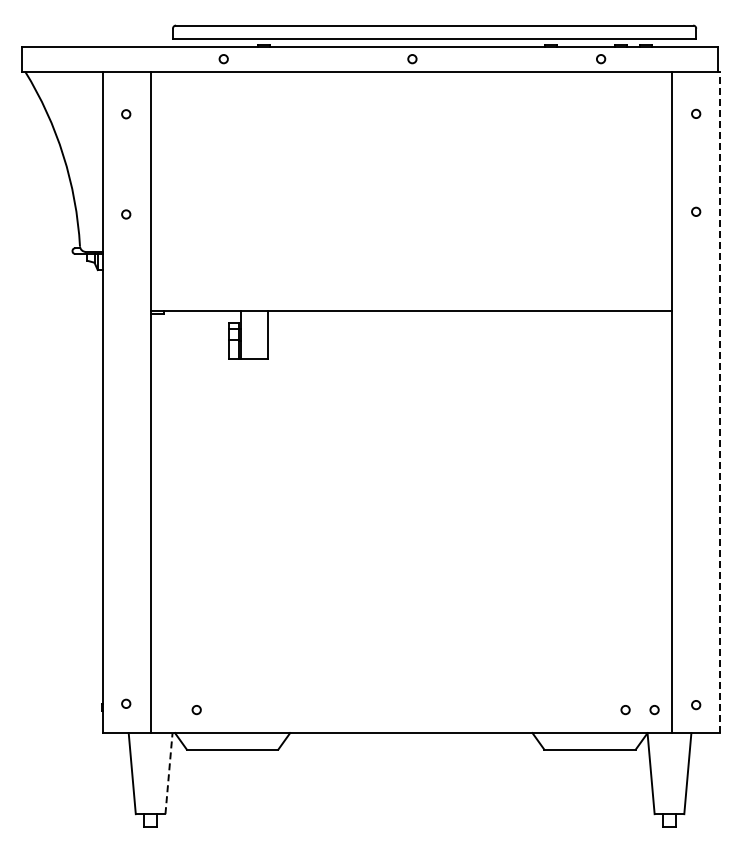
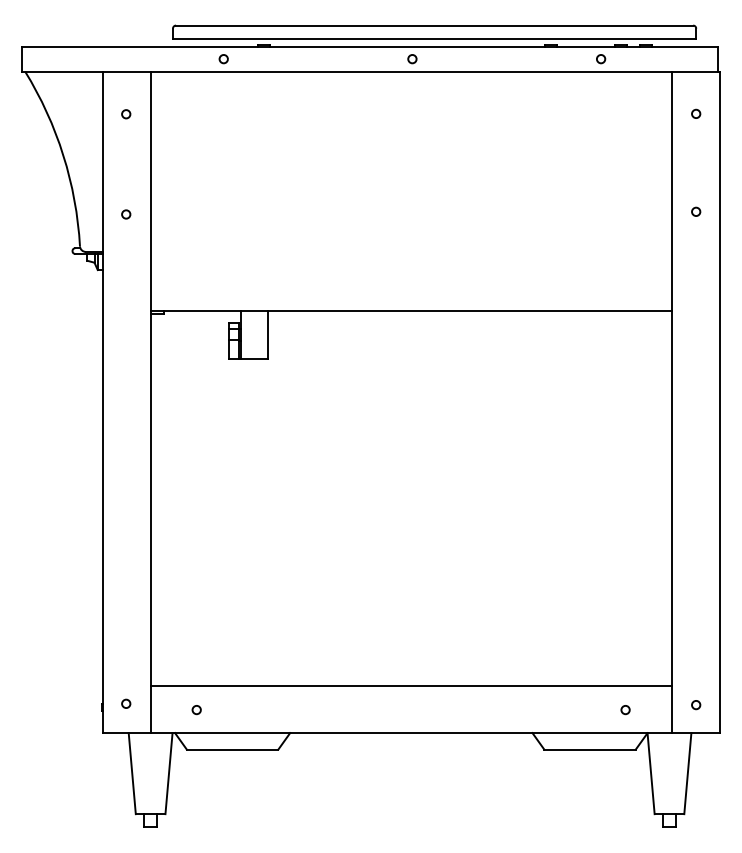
line at (719, 402): dashed -> solid
line at (411, 685): none -> present
circle at (654, 710): present -> none
line at (169, 773): dashed -> solid
